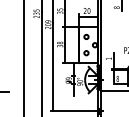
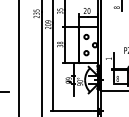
line at (24, 57) position: (24, 57) -> (19, 57)
